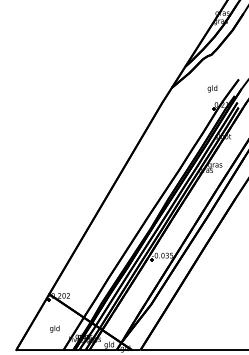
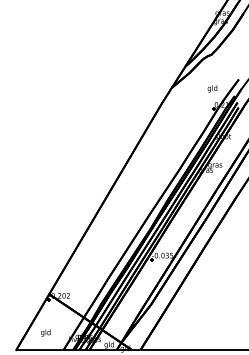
text at (54, 328) position: (54, 328) -> (45, 332)
